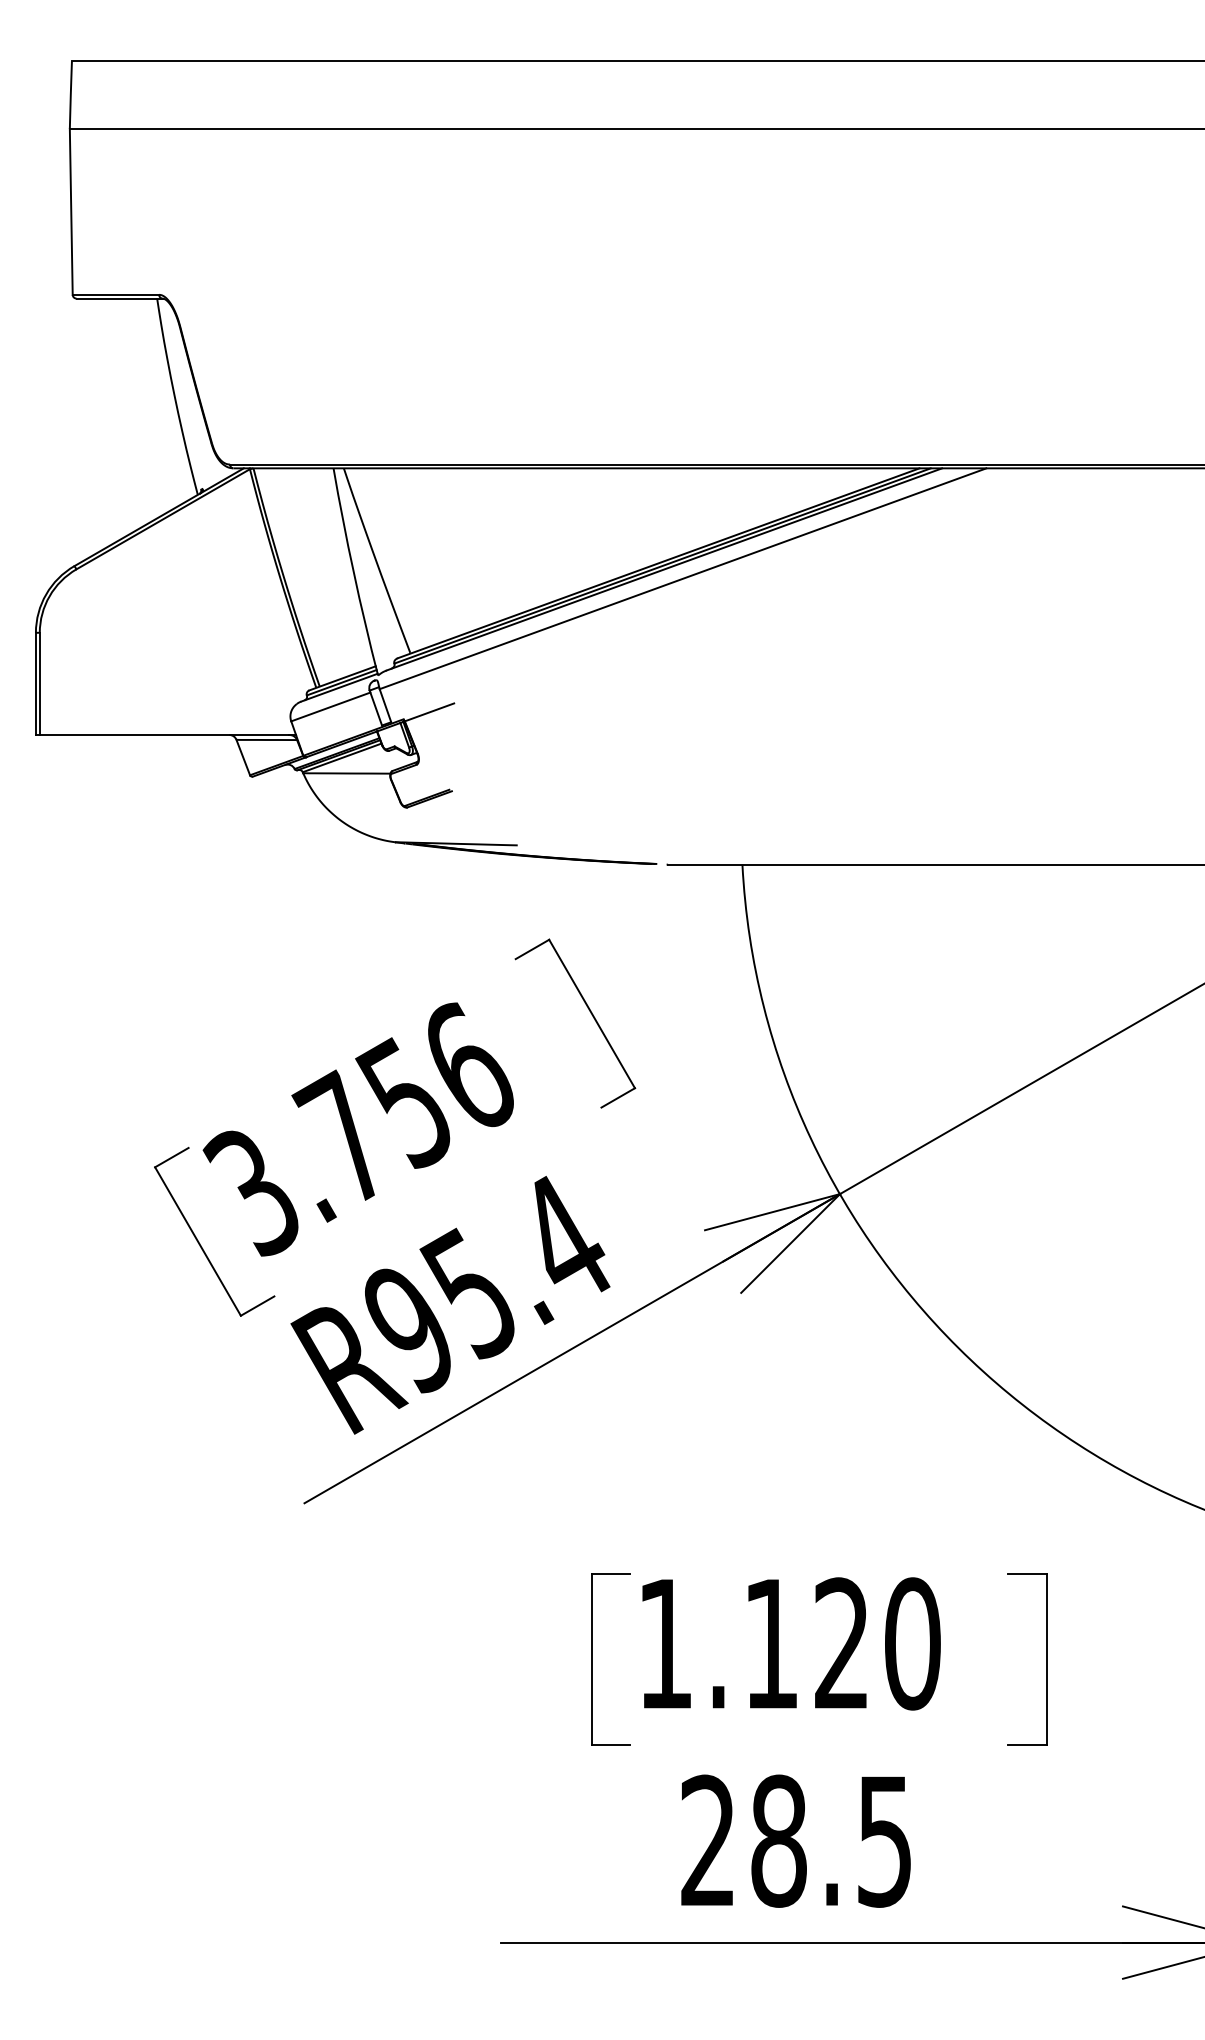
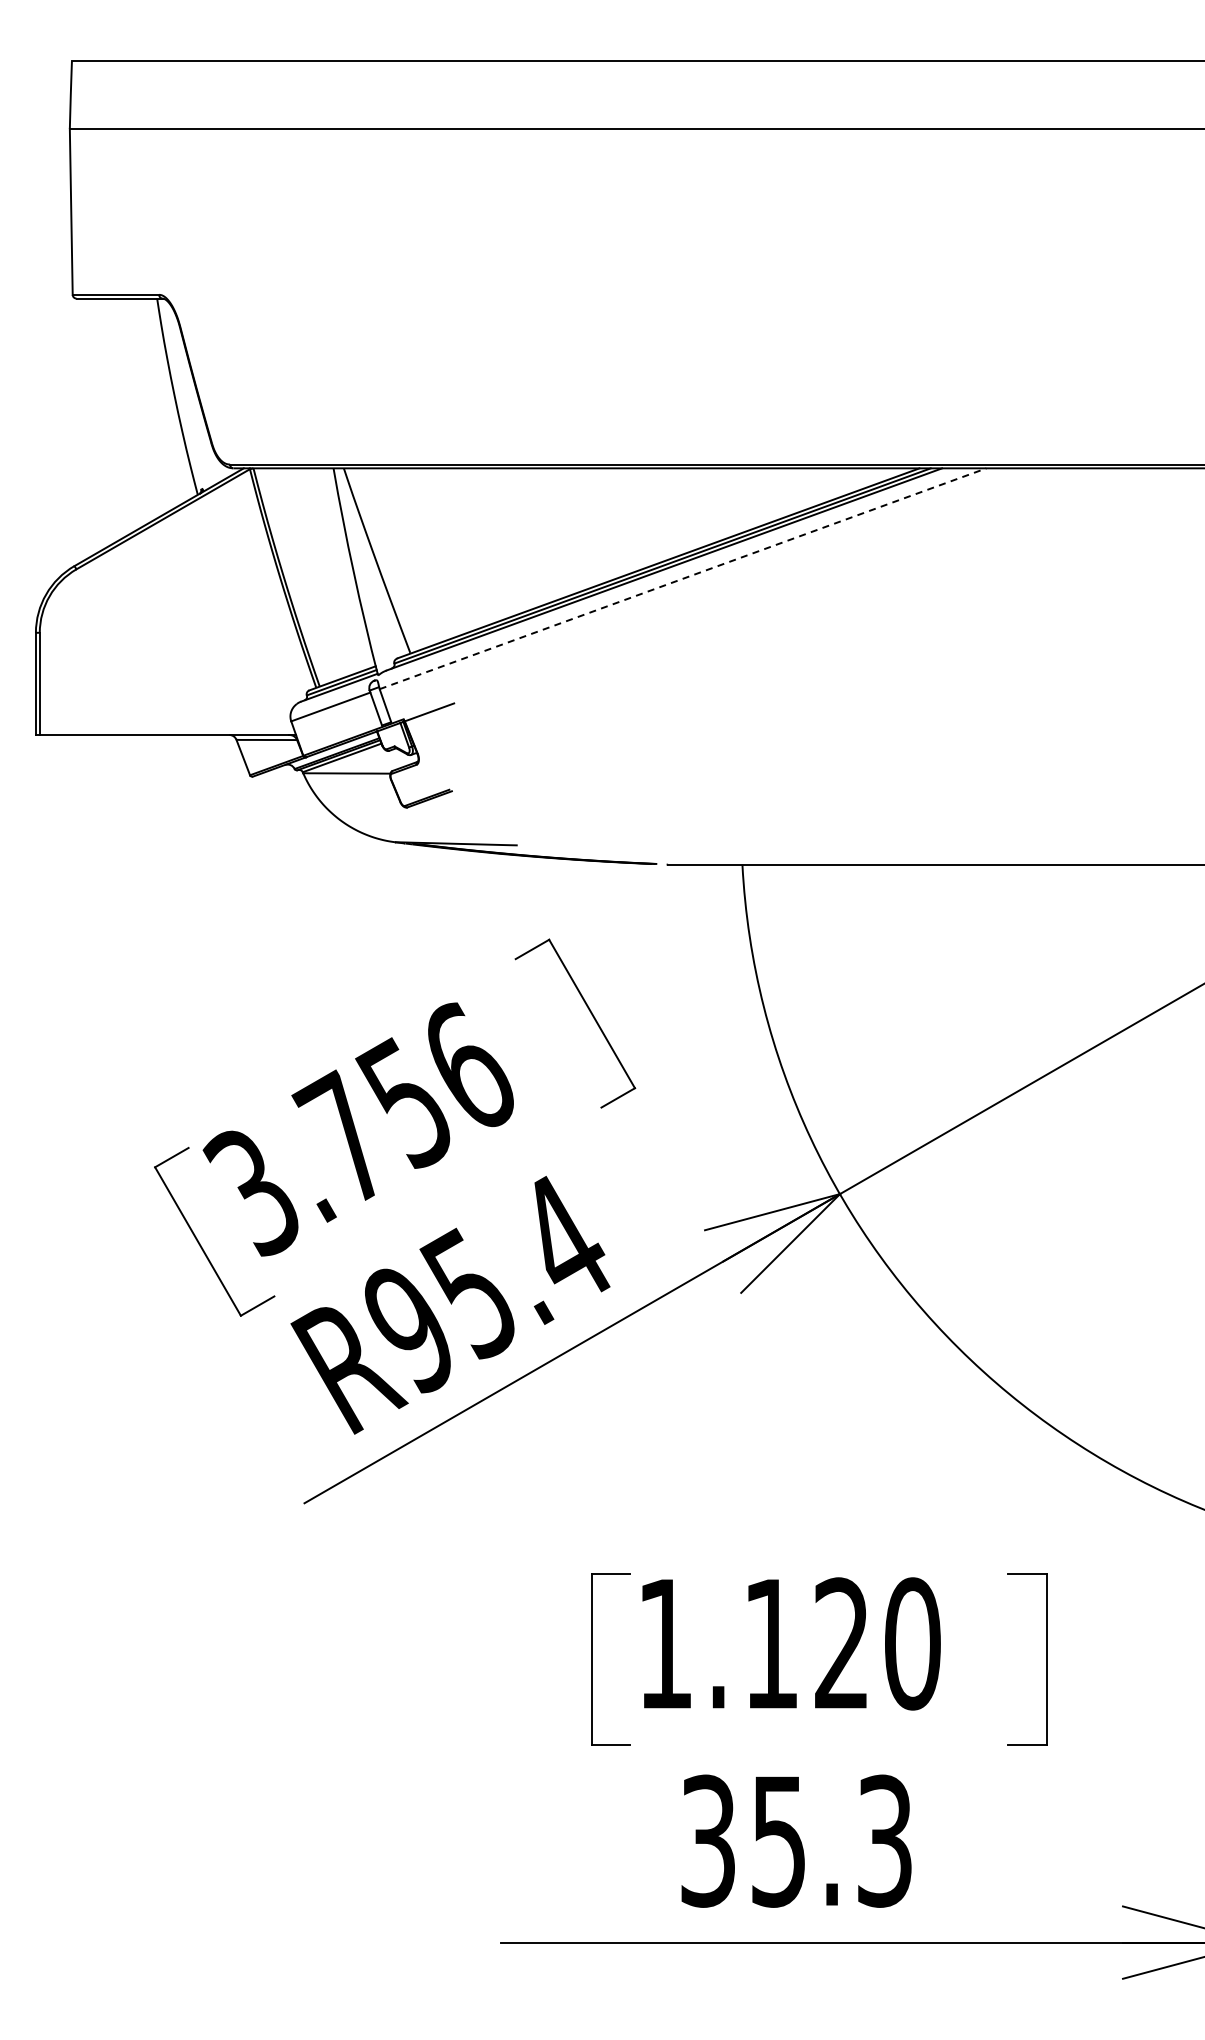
line at (683, 578): solid -> dashed
text at (796, 1840): 28.5 -> 35.3
